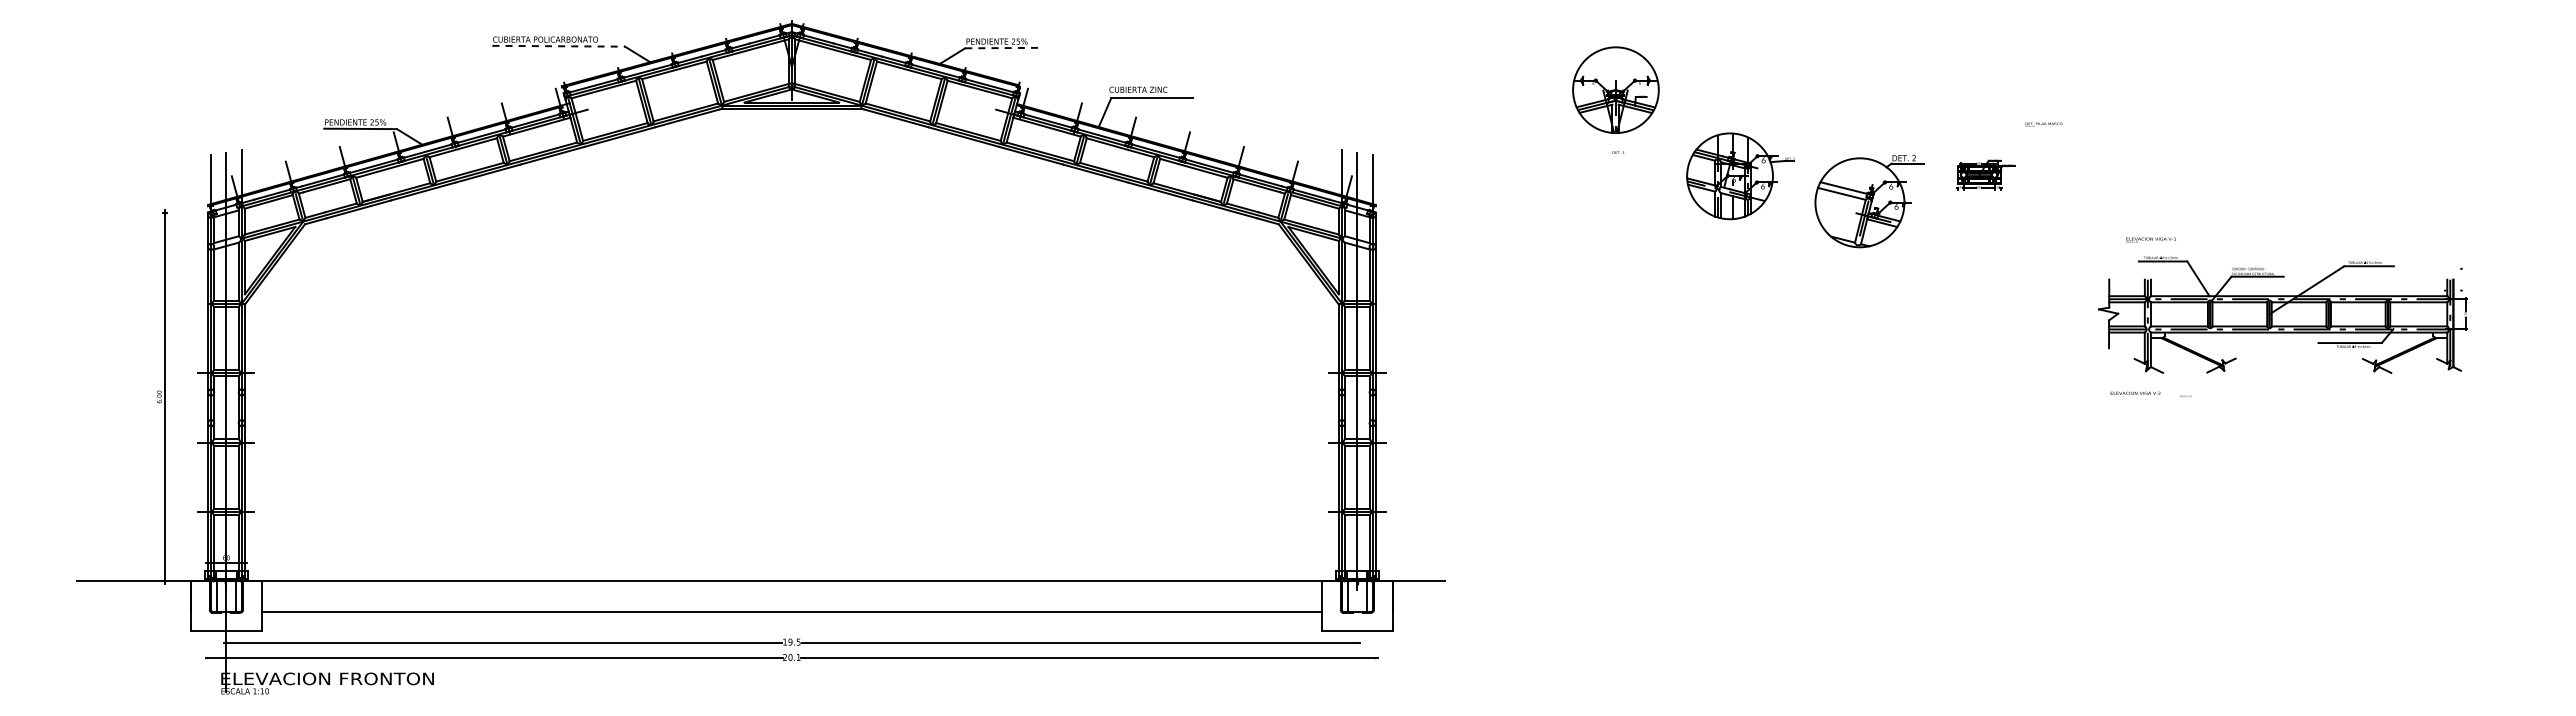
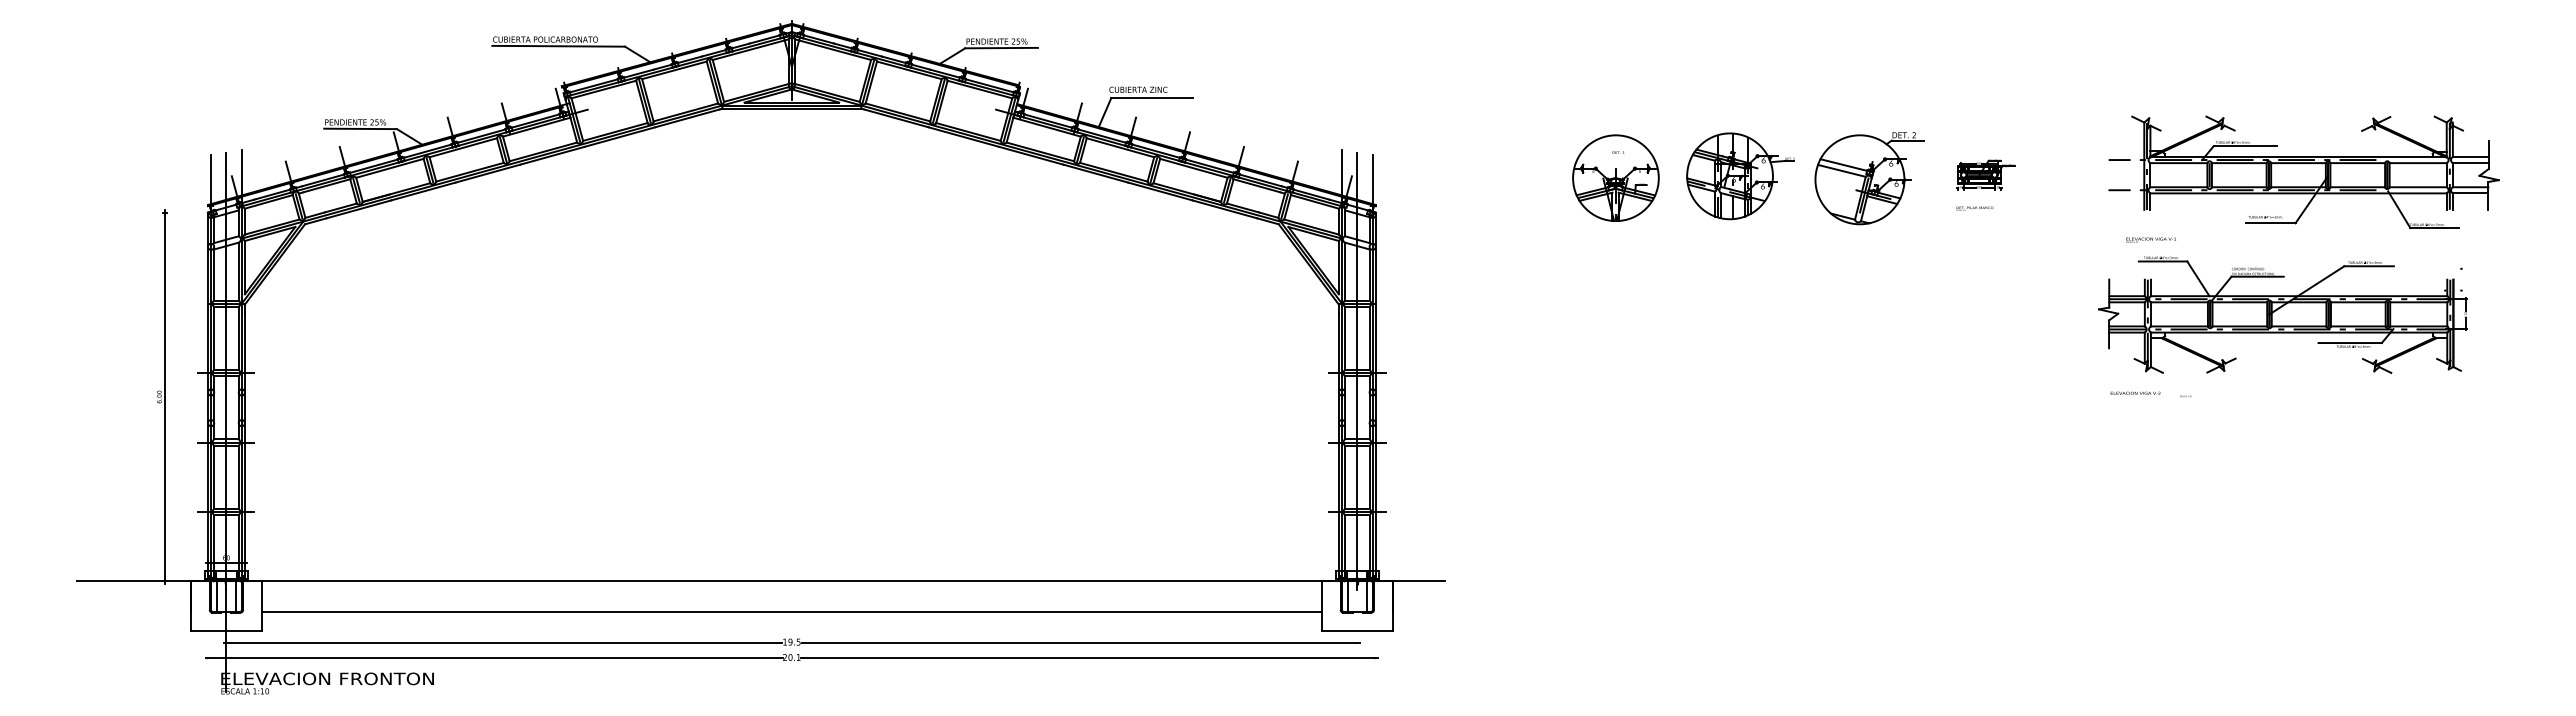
line at (559, 46): dashed -> solid
line at (1001, 48): dashed -> solid
part at (1615, 89) position: (1615, 89) -> (1615, 177)
text at (2043, 124) position: (2043, 124) -> (1974, 208)
part at (2303, 172): none -> present
part at (1869, 201) position: (1869, 201) -> (1869, 178)
